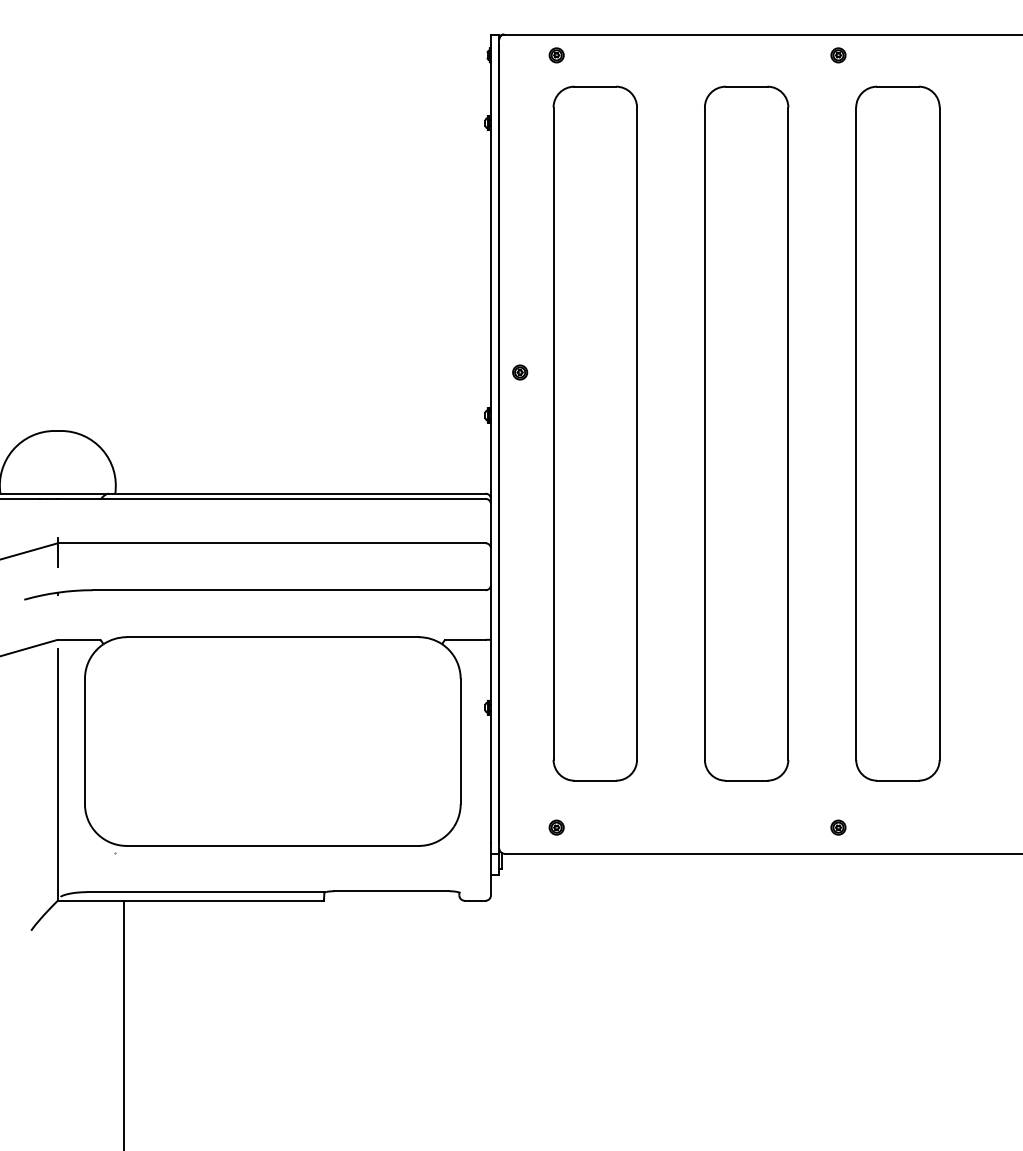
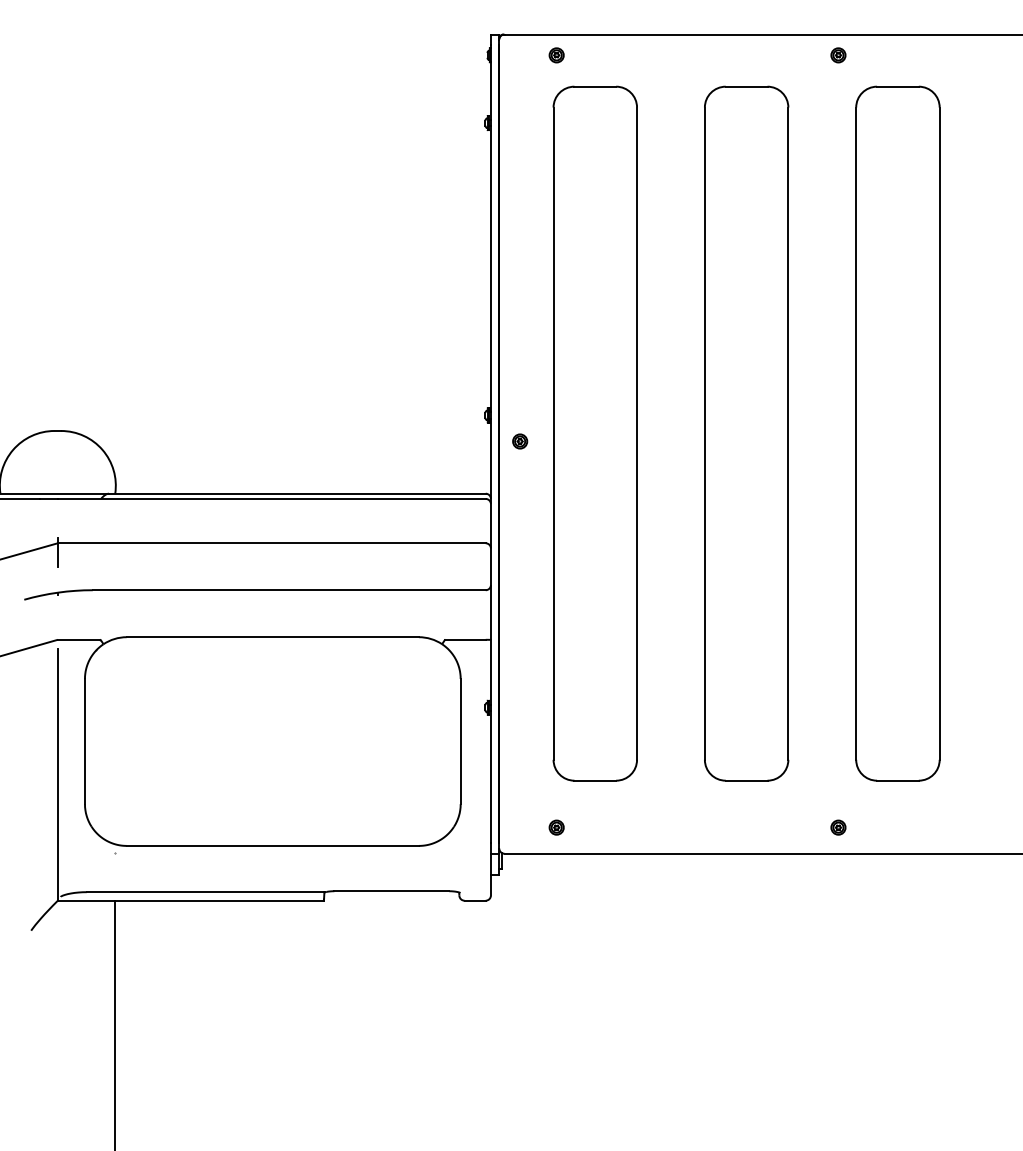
part at (520, 372) position: (520, 372) -> (520, 441)
line at (124, 1023) position: (124, 1023) -> (115, 1023)
